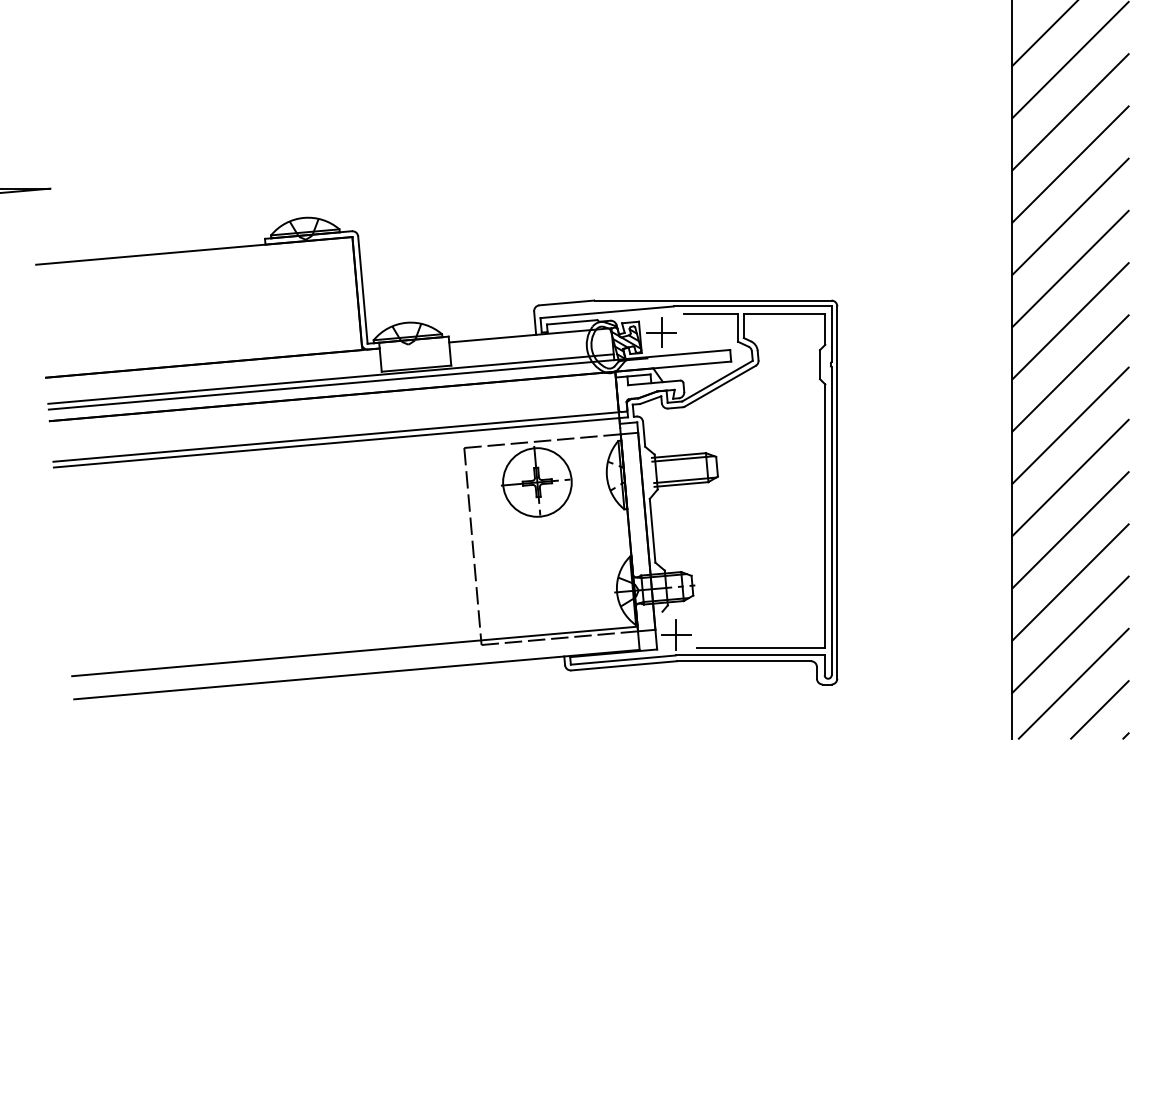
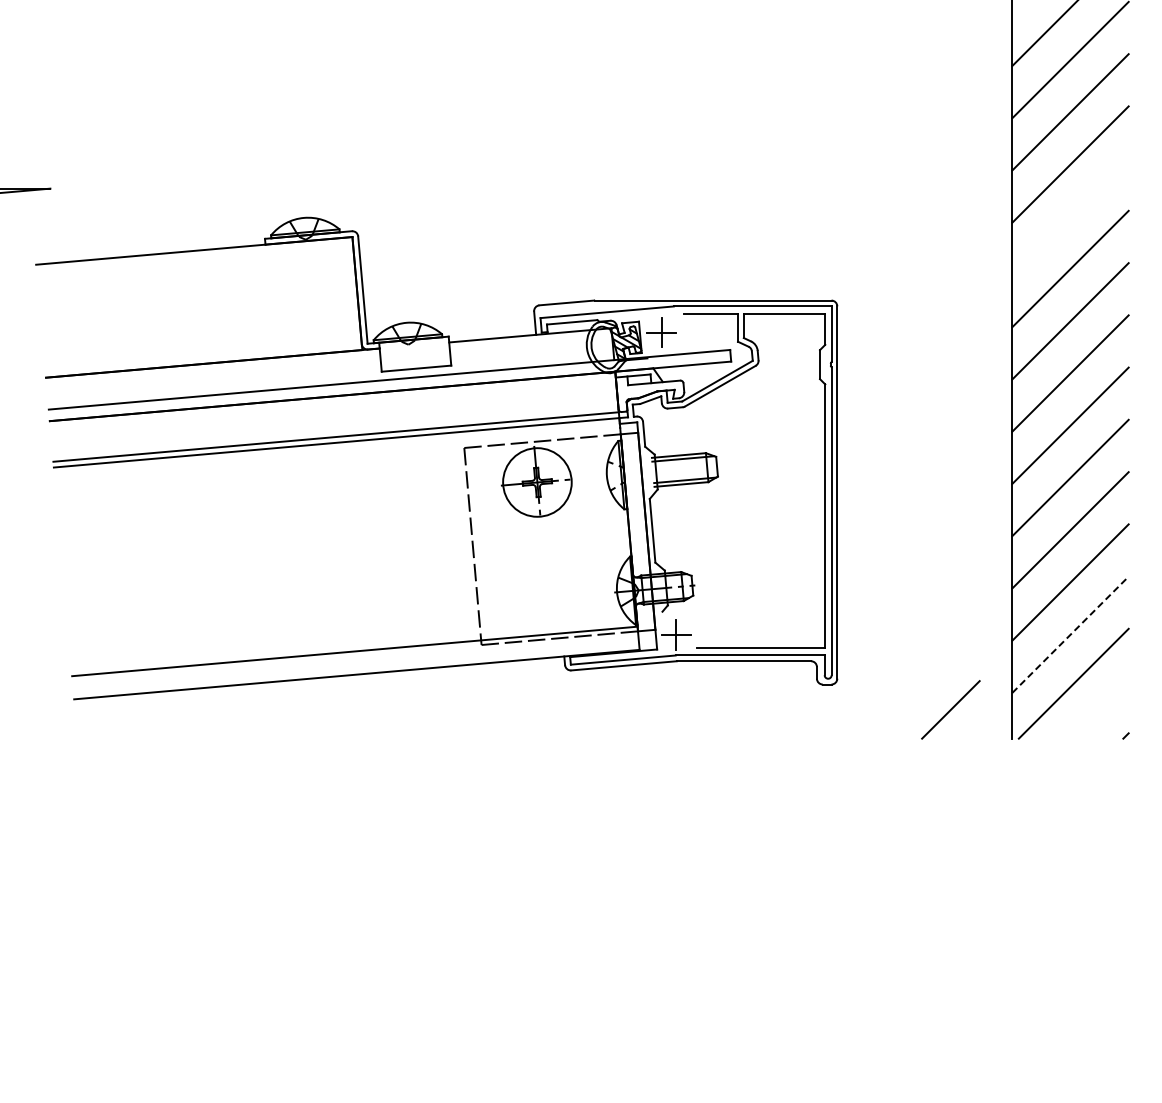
line at (1070, 216): present -> none
line at (330, 378): present -> none
line at (1070, 634): solid -> dashed
line at (1099, 709) position: (1099, 709) -> (950, 709)
